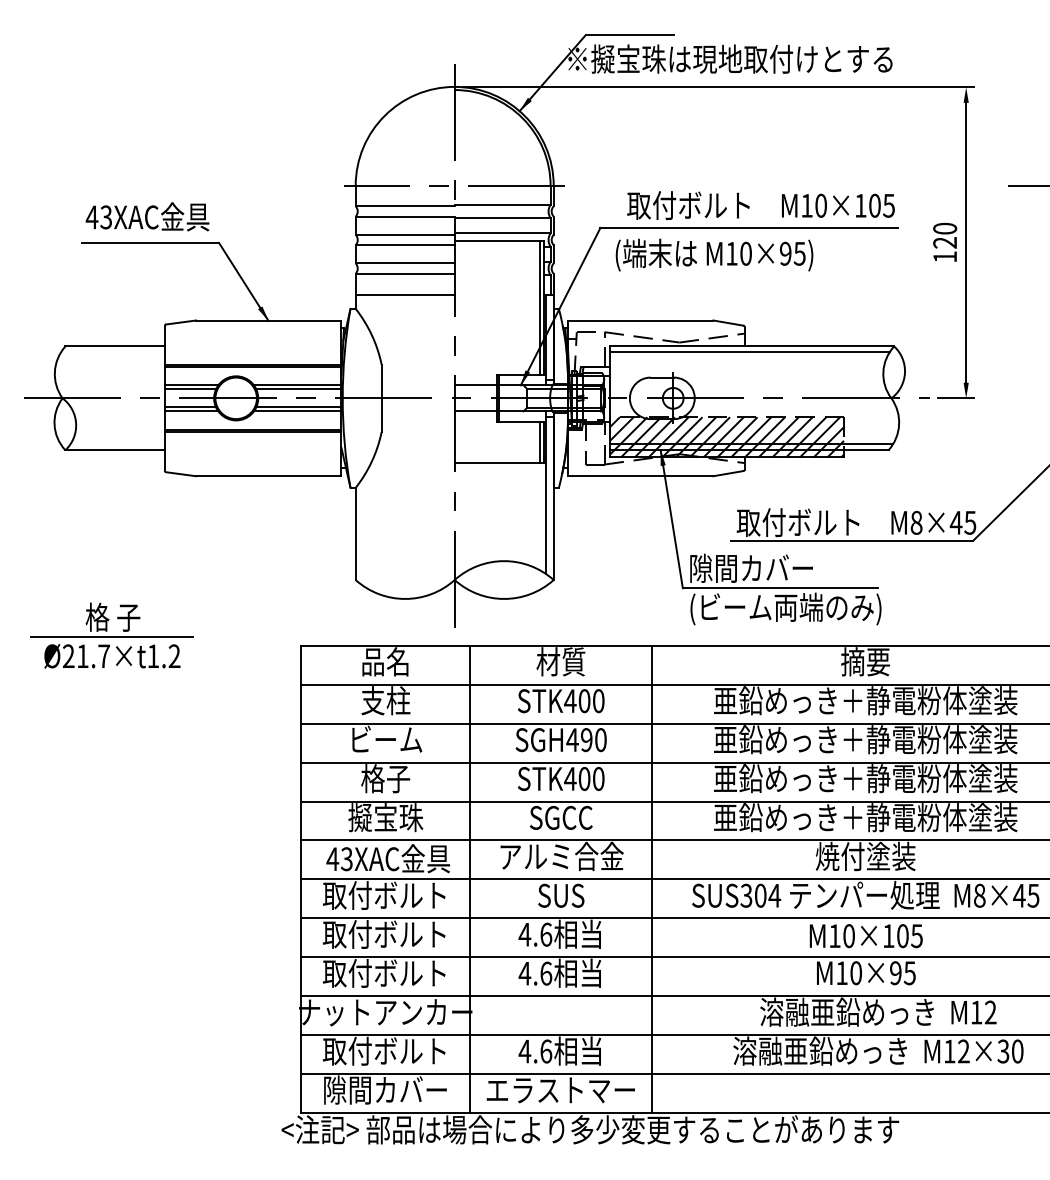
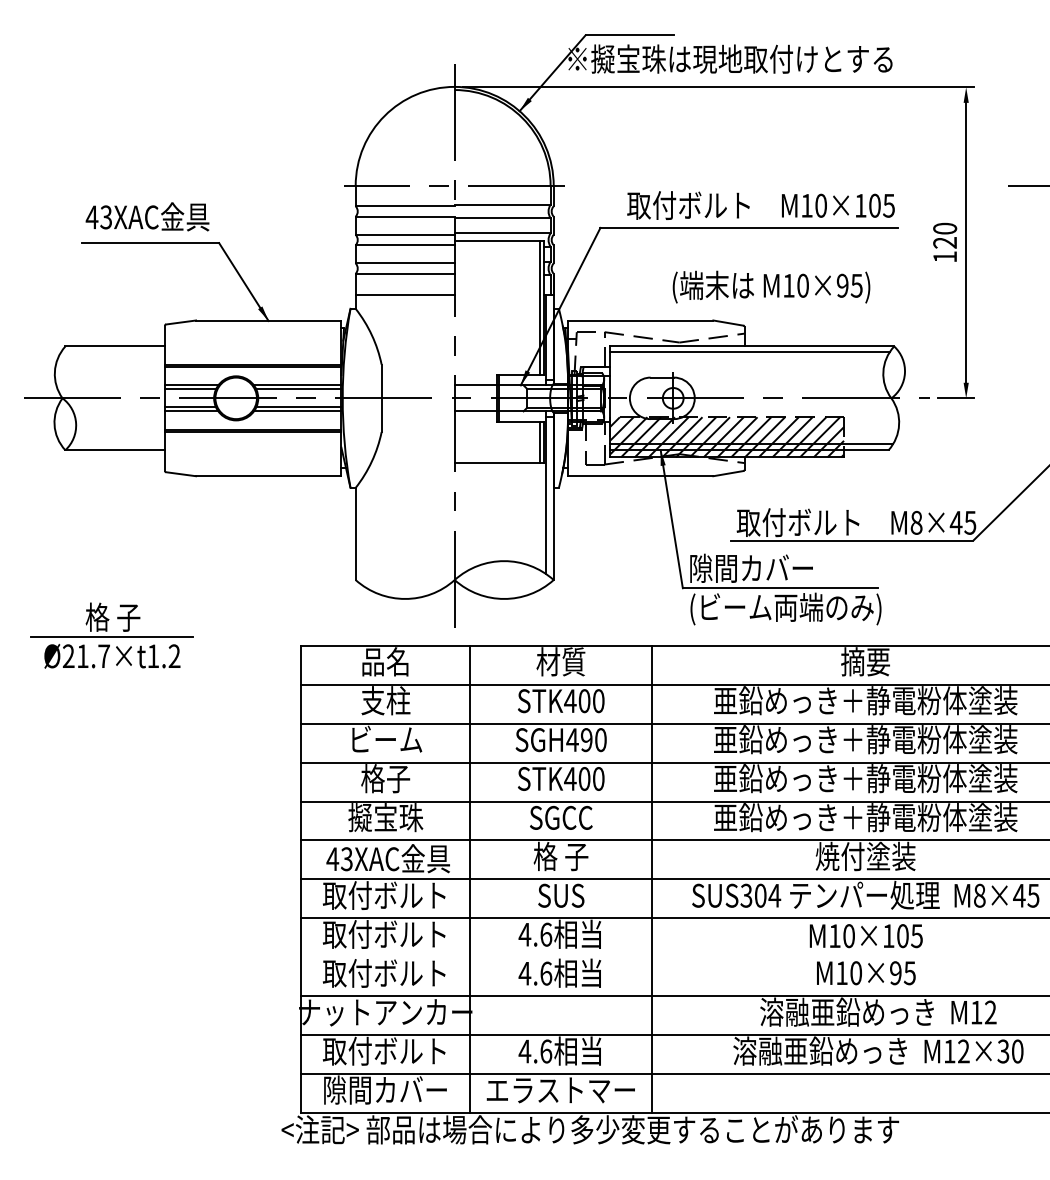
text at (714, 254) position: (714, 254) -> (771, 286)
text at (561, 856): アルミ合金 -> 格 子
line at (673, 957): present -> none
